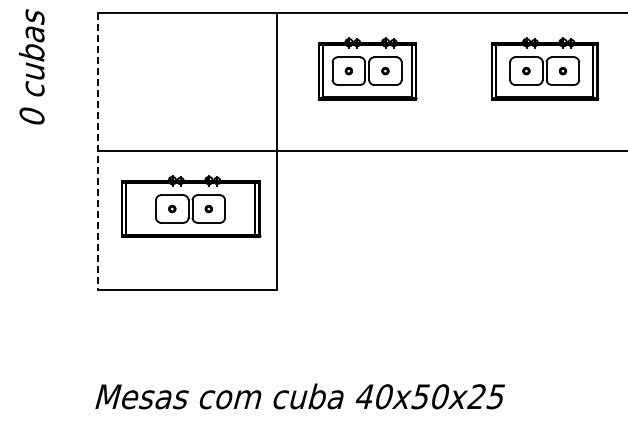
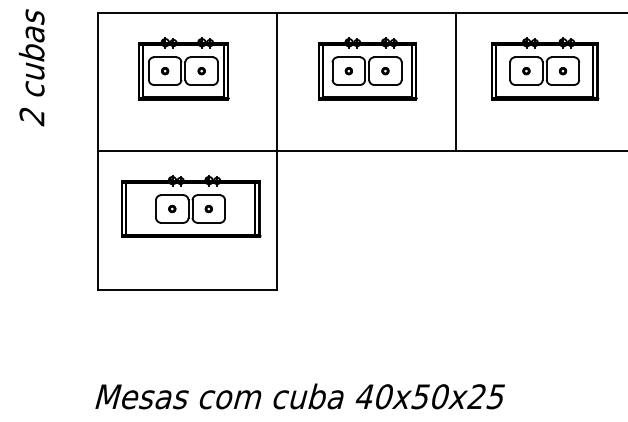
part at (183, 68): none -> present
line at (455, 82): none -> present
text at (31, 116): 0 -> 2
line at (98, 151): dashed -> solid
